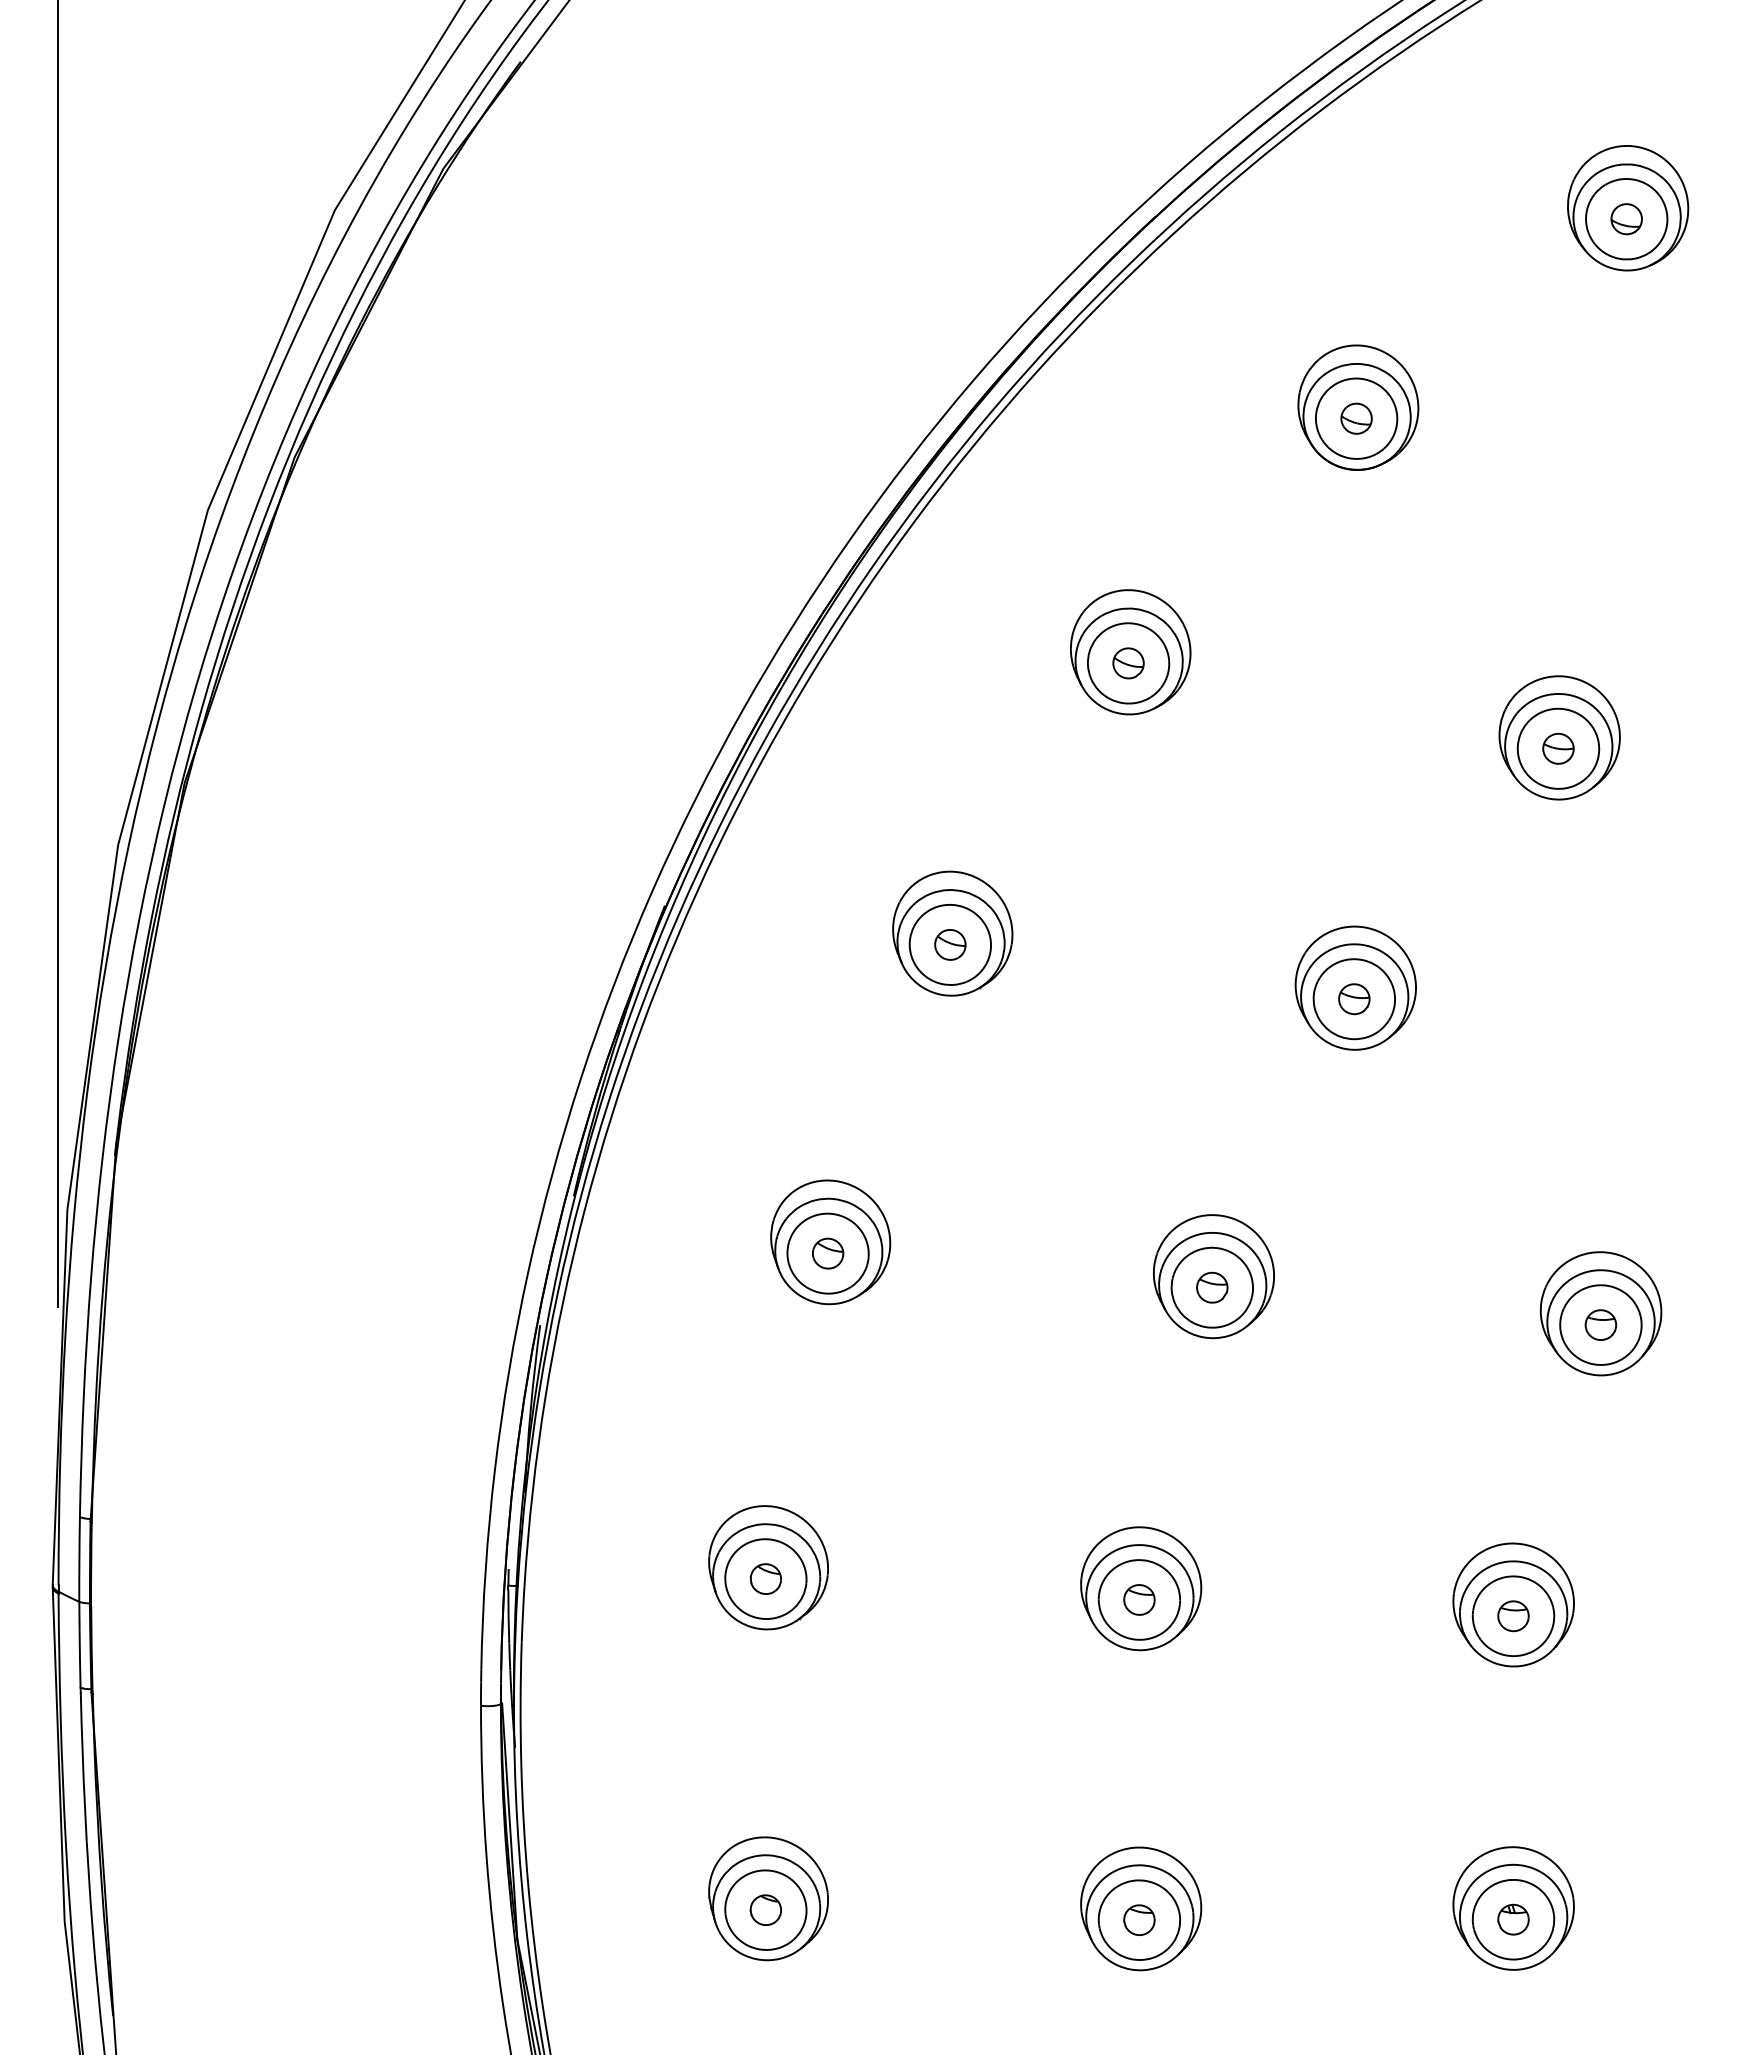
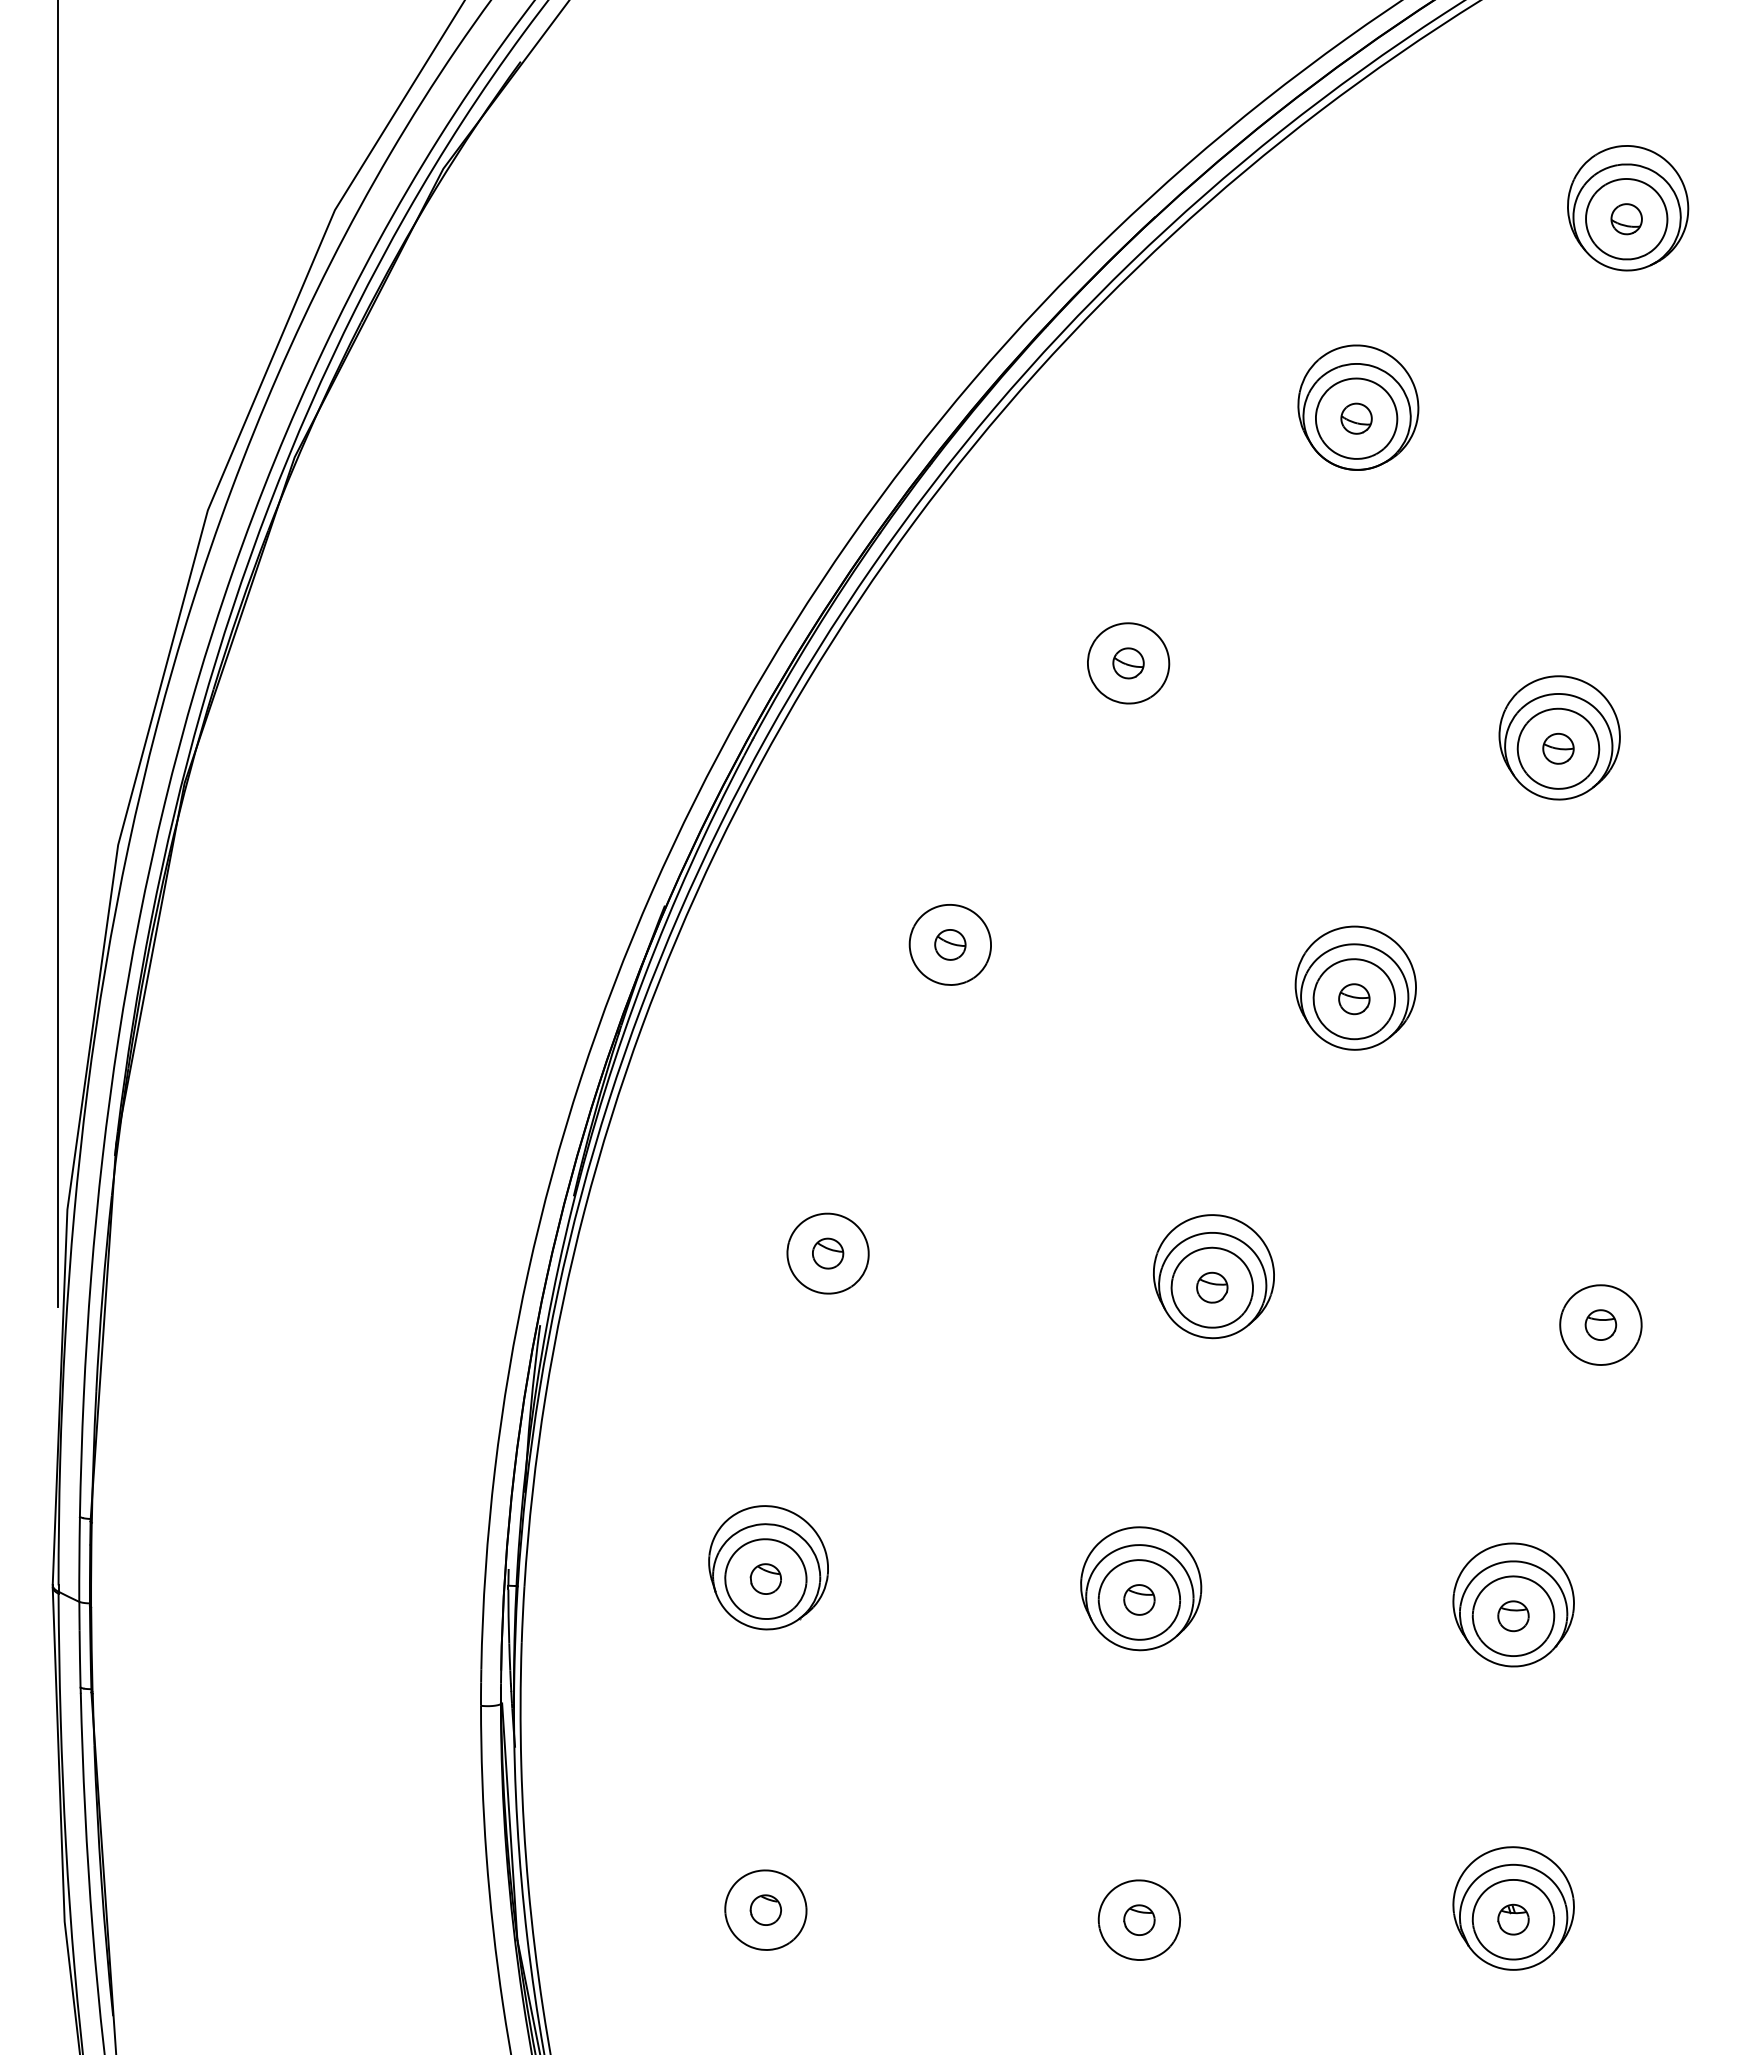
part at (1130, 652): present -> none
part at (952, 933): present -> none
part at (830, 1242): present -> none
part at (1600, 1313): present -> none
part at (768, 1898): present -> none
part at (1141, 1908): present -> none
